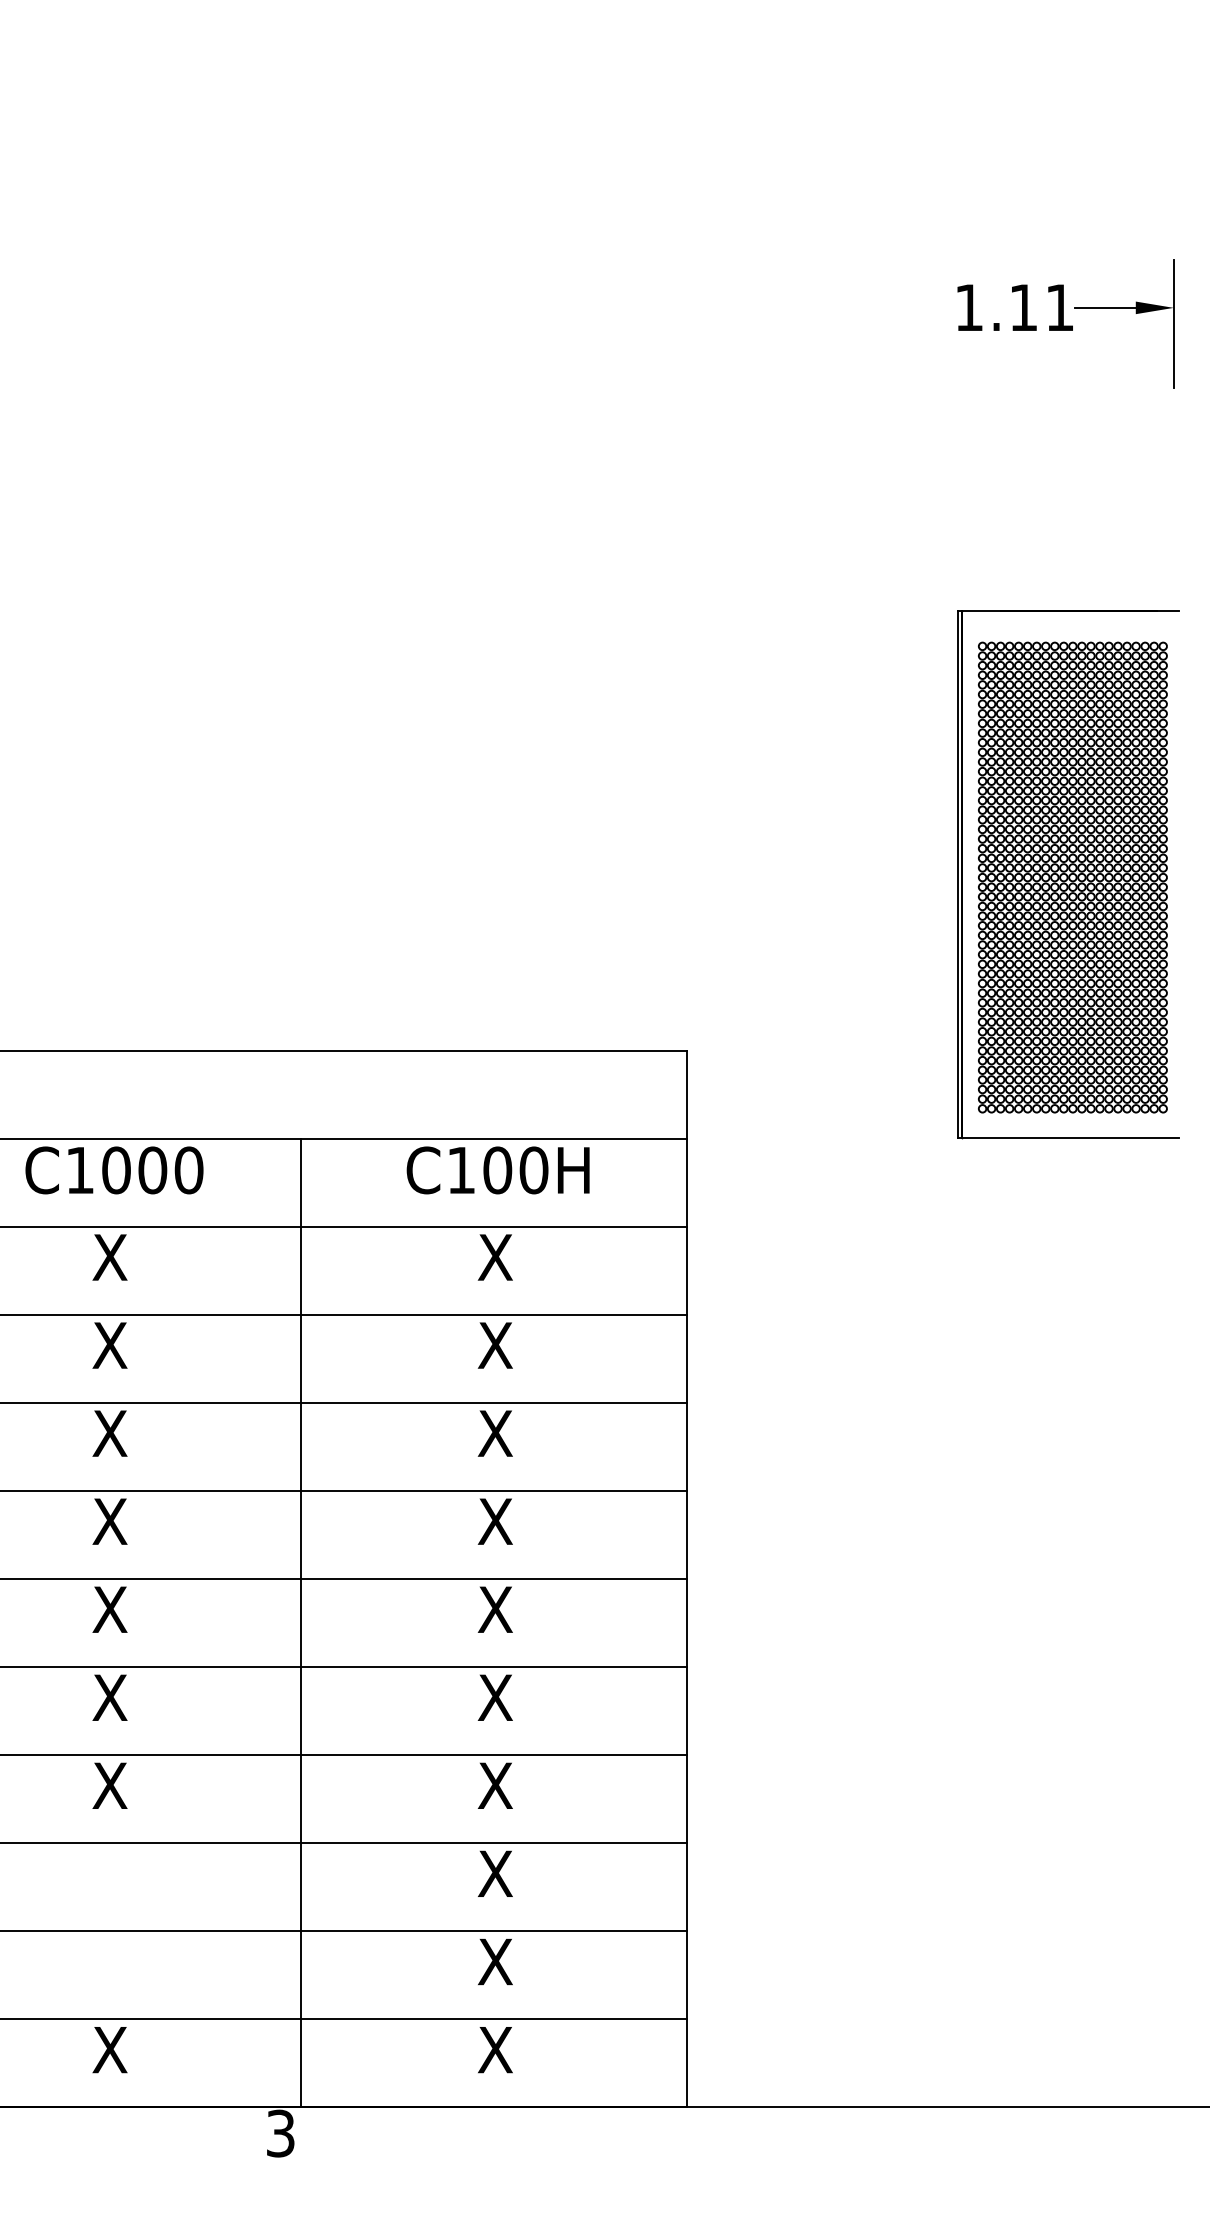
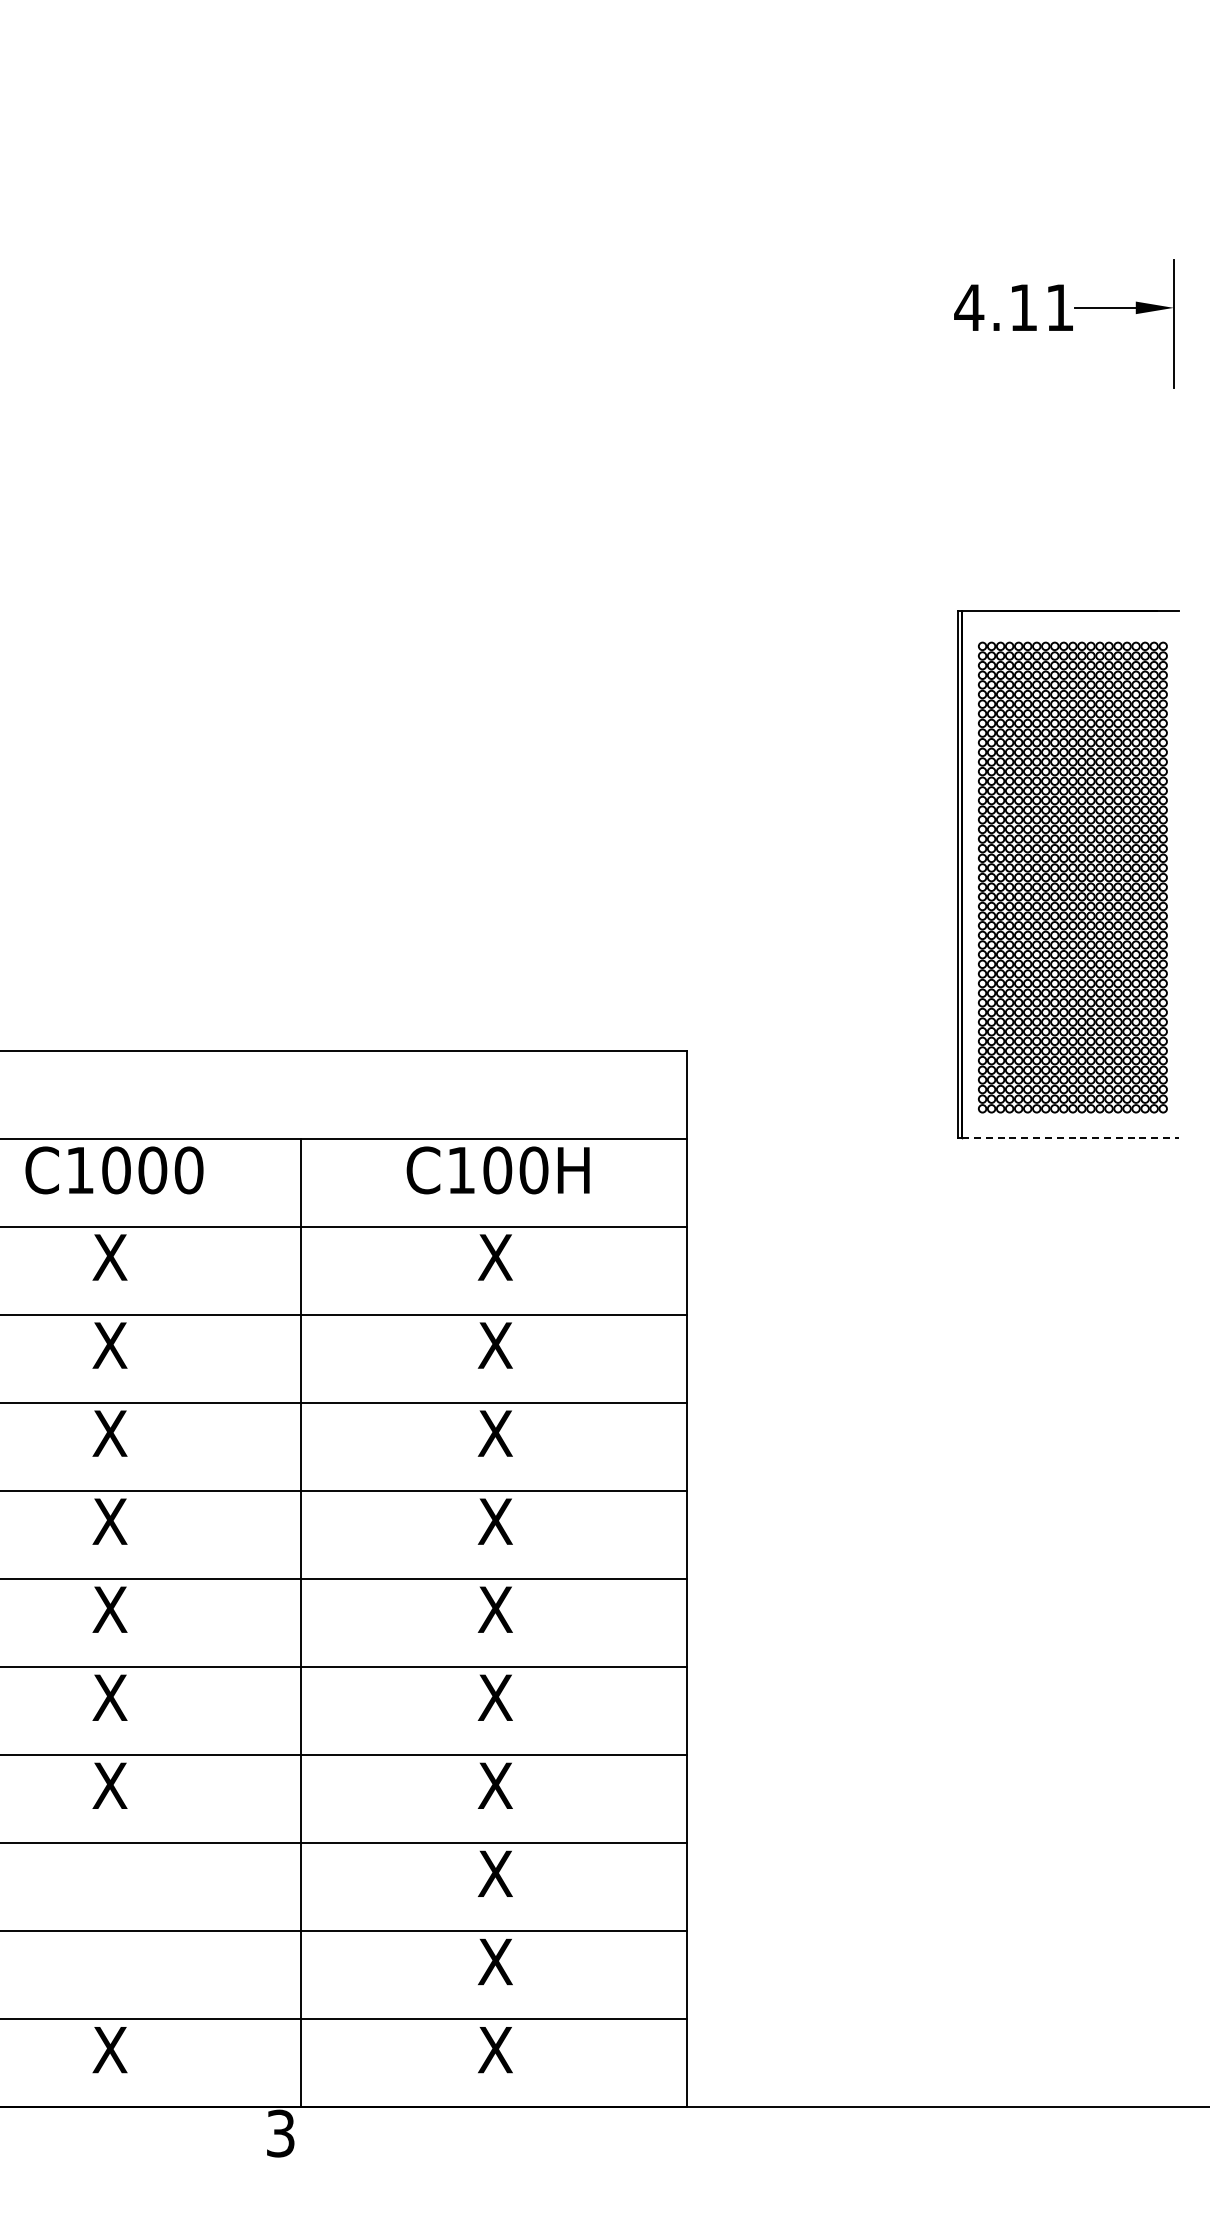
text at (969, 307): 1.11 -> 4.11
line at (1071, 1137): solid -> dashed
